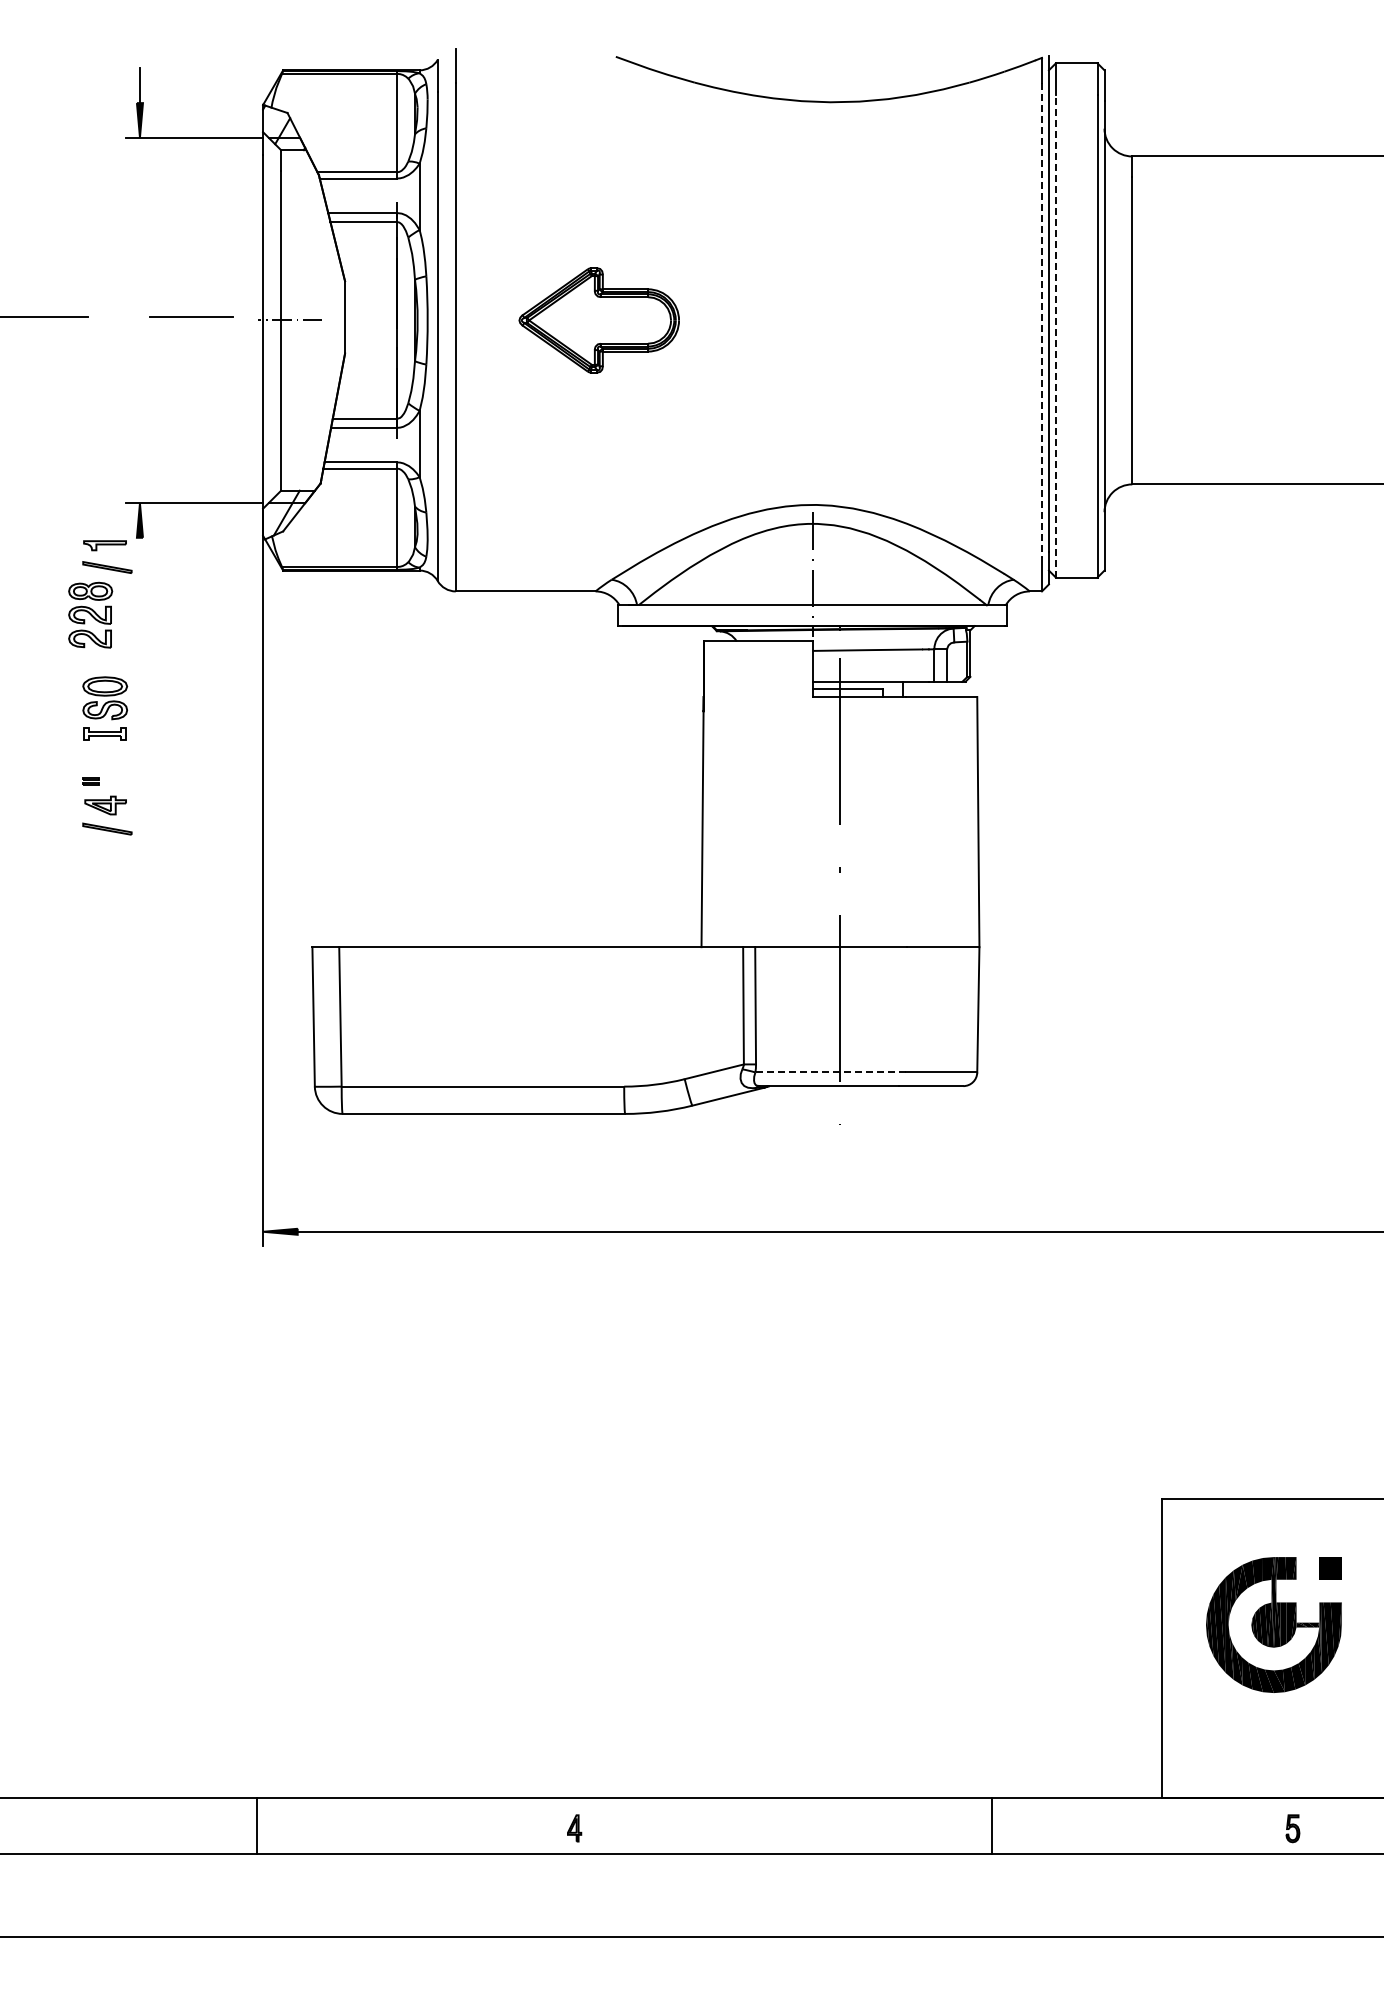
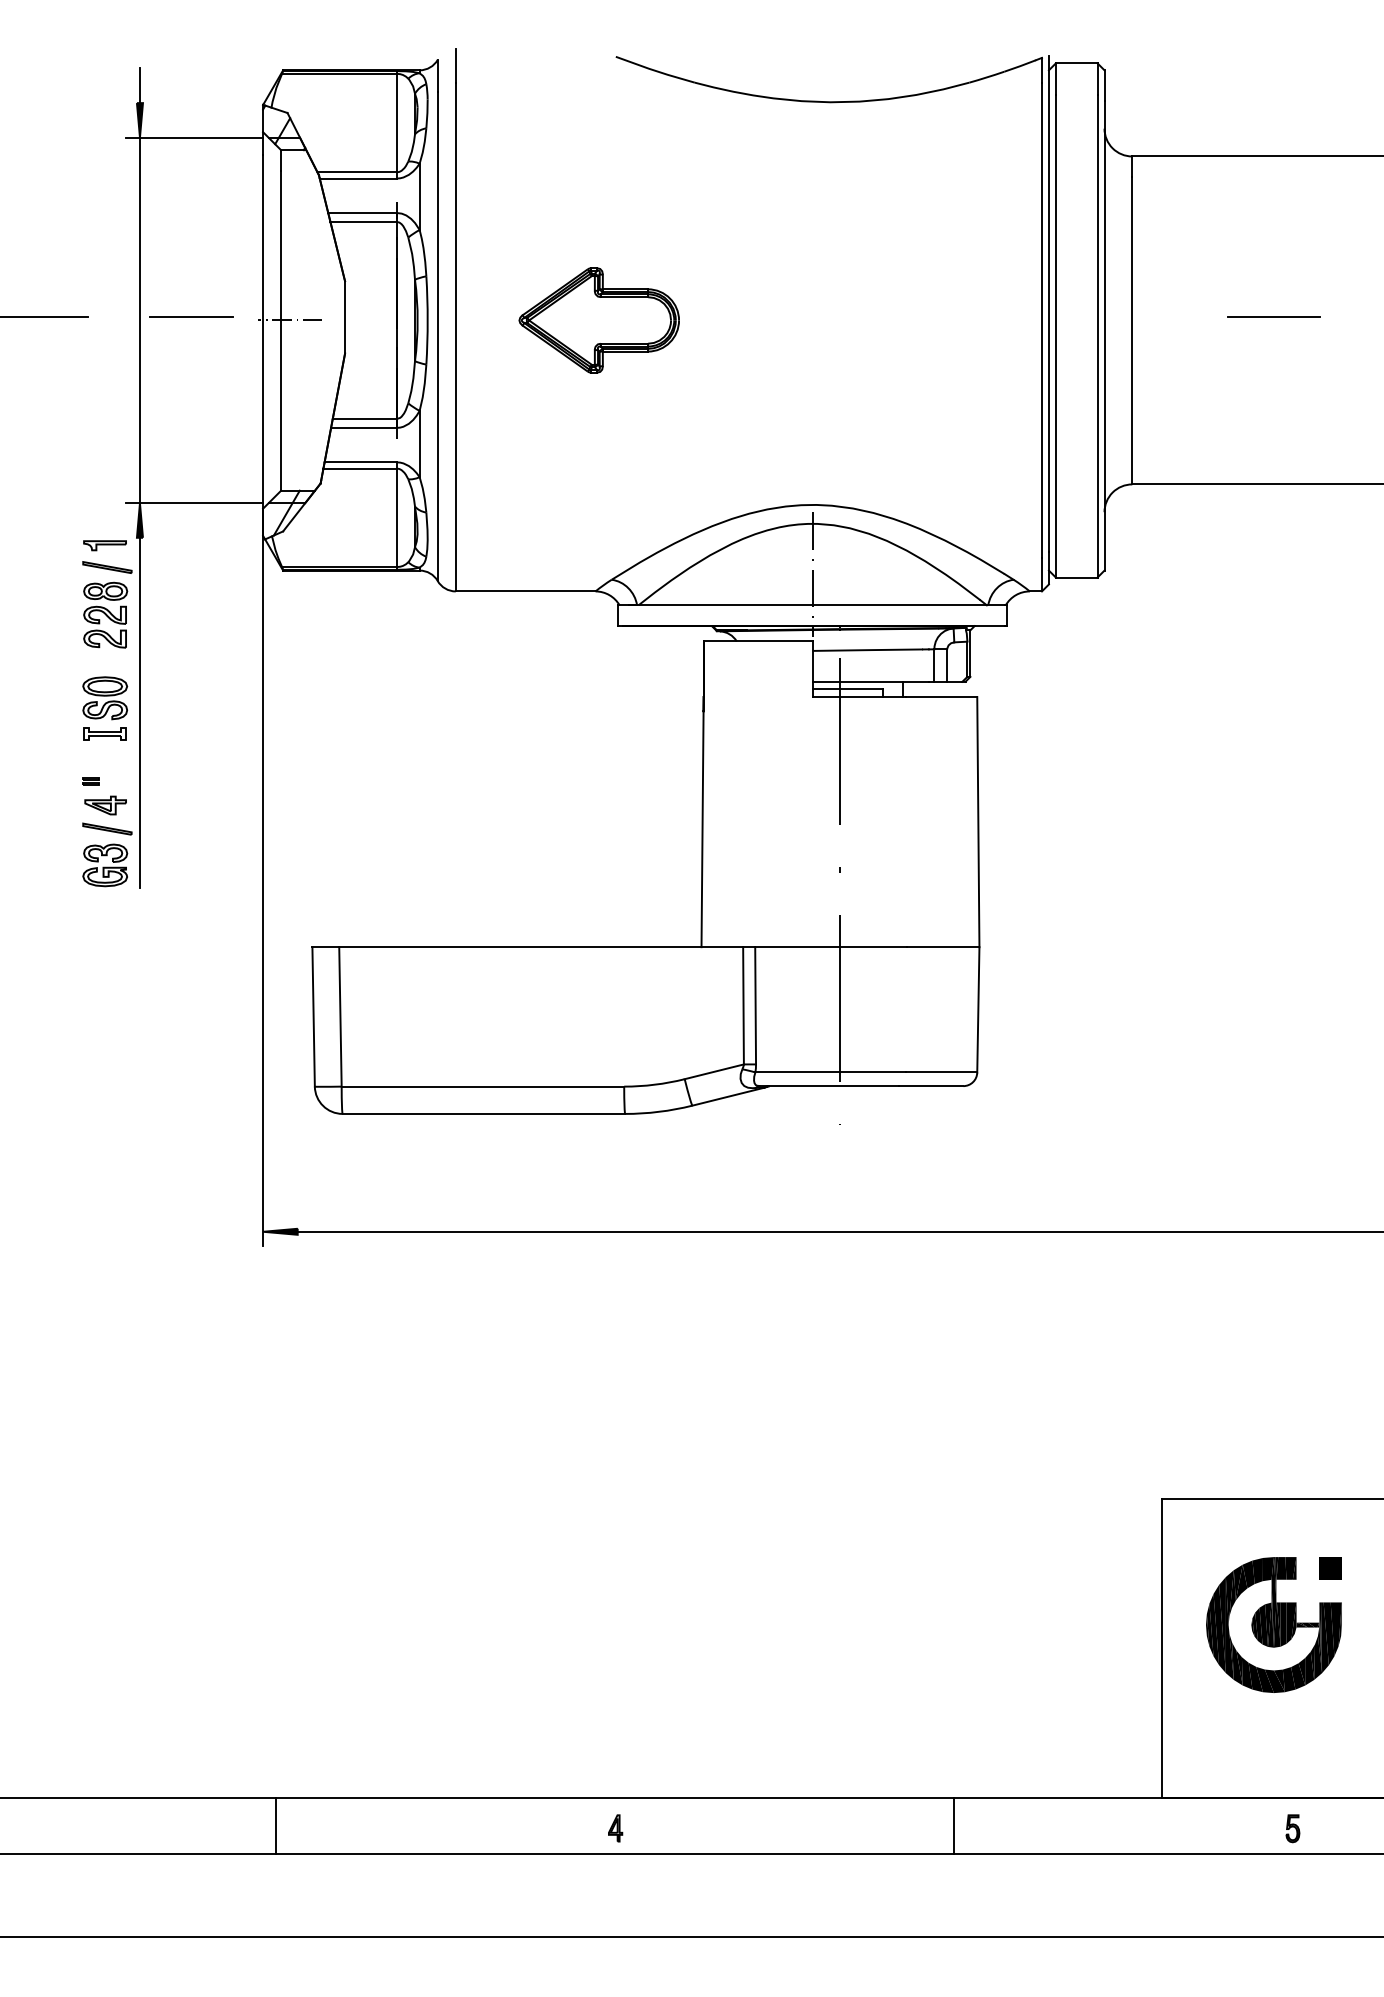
line at (1273, 316): none -> present
line at (139, 320): none -> present
line at (1041, 320): dashed -> solid
line at (1055, 335): dashed -> solid
part at (90, 614) position: (90, 614) -> (105, 614)
line at (139, 712): none -> present
part at (105, 865): none -> present
line at (830, 1072): dashed -> solid
line at (257, 1825) position: (257, 1825) -> (276, 1825)
line at (991, 1825) position: (991, 1825) -> (953, 1825)
part at (574, 1828) position: (574, 1828) -> (615, 1828)
